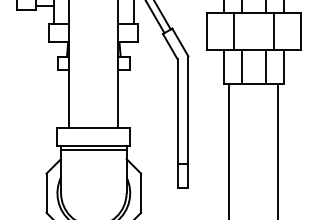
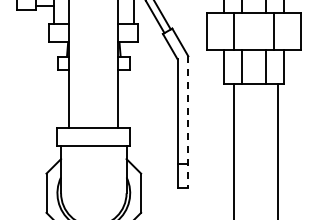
line at (188, 122): solid -> dashed
line at (93, 149): present -> none
line at (229, 150) position: (229, 150) -> (234, 150)
